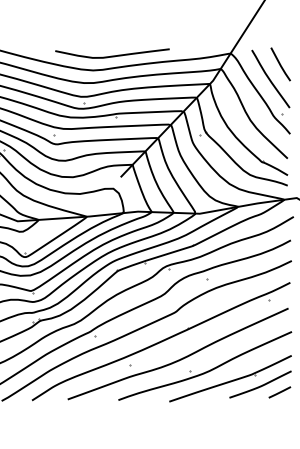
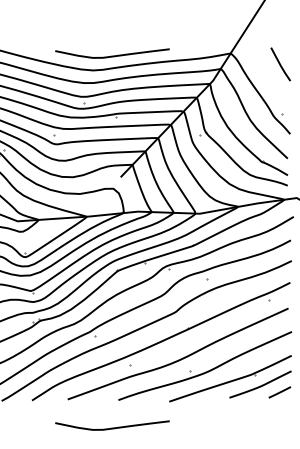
curve at (269, 78): present -> none
curve at (112, 427): none -> present
